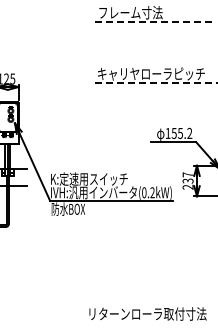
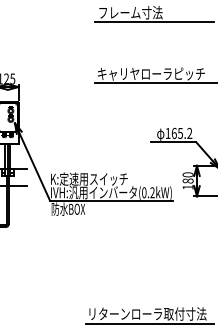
line at (154, 22): dashed -> solid
line at (156, 83): dashed -> solid
text at (173, 132): 155.2 -> 165.2
text at (187, 180): 237 -> 180
line at (149, 324): none -> present
